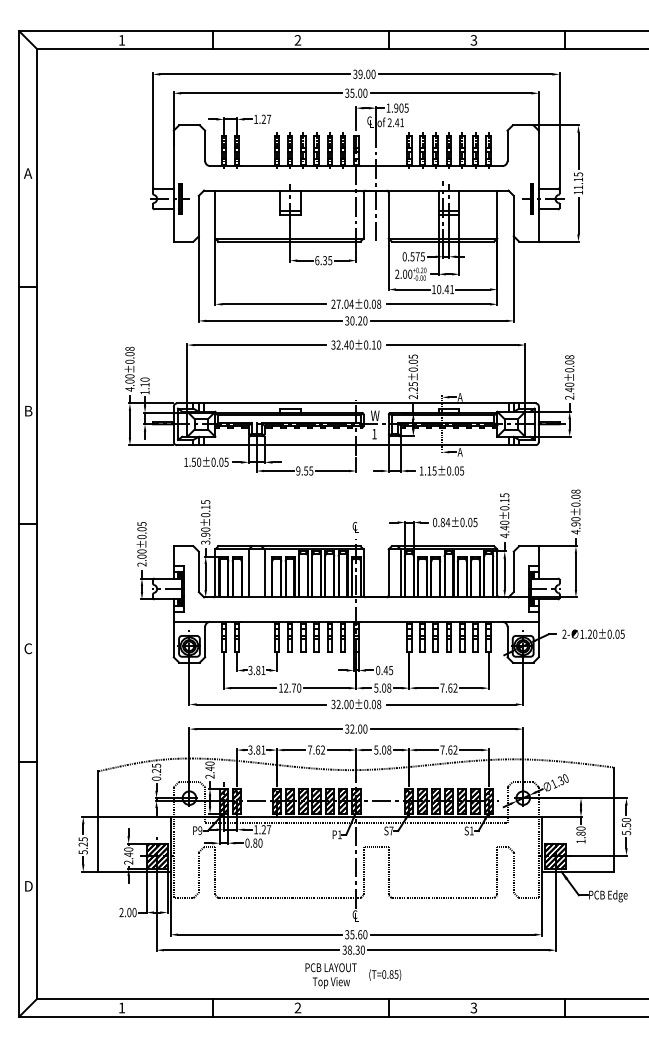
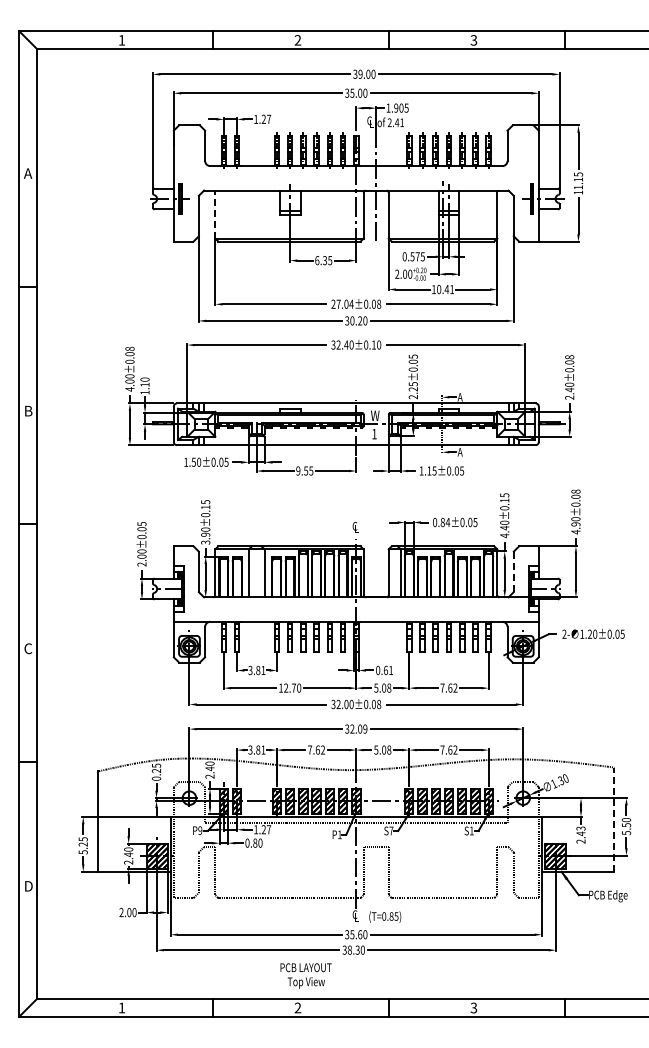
line at (215, 214): solid -> dashed
line at (513, 571): solid -> dashed
text at (388, 670): 0.45 -> 0.61
text at (365, 728): 32.00 -> 32.09
line at (614, 819): solid -> dashed
text at (580, 834): 1.80 -> 2.43
text at (385, 974) position: (385, 974) -> (385, 916)
text at (330, 975) position: (330, 975) -> (305, 975)
